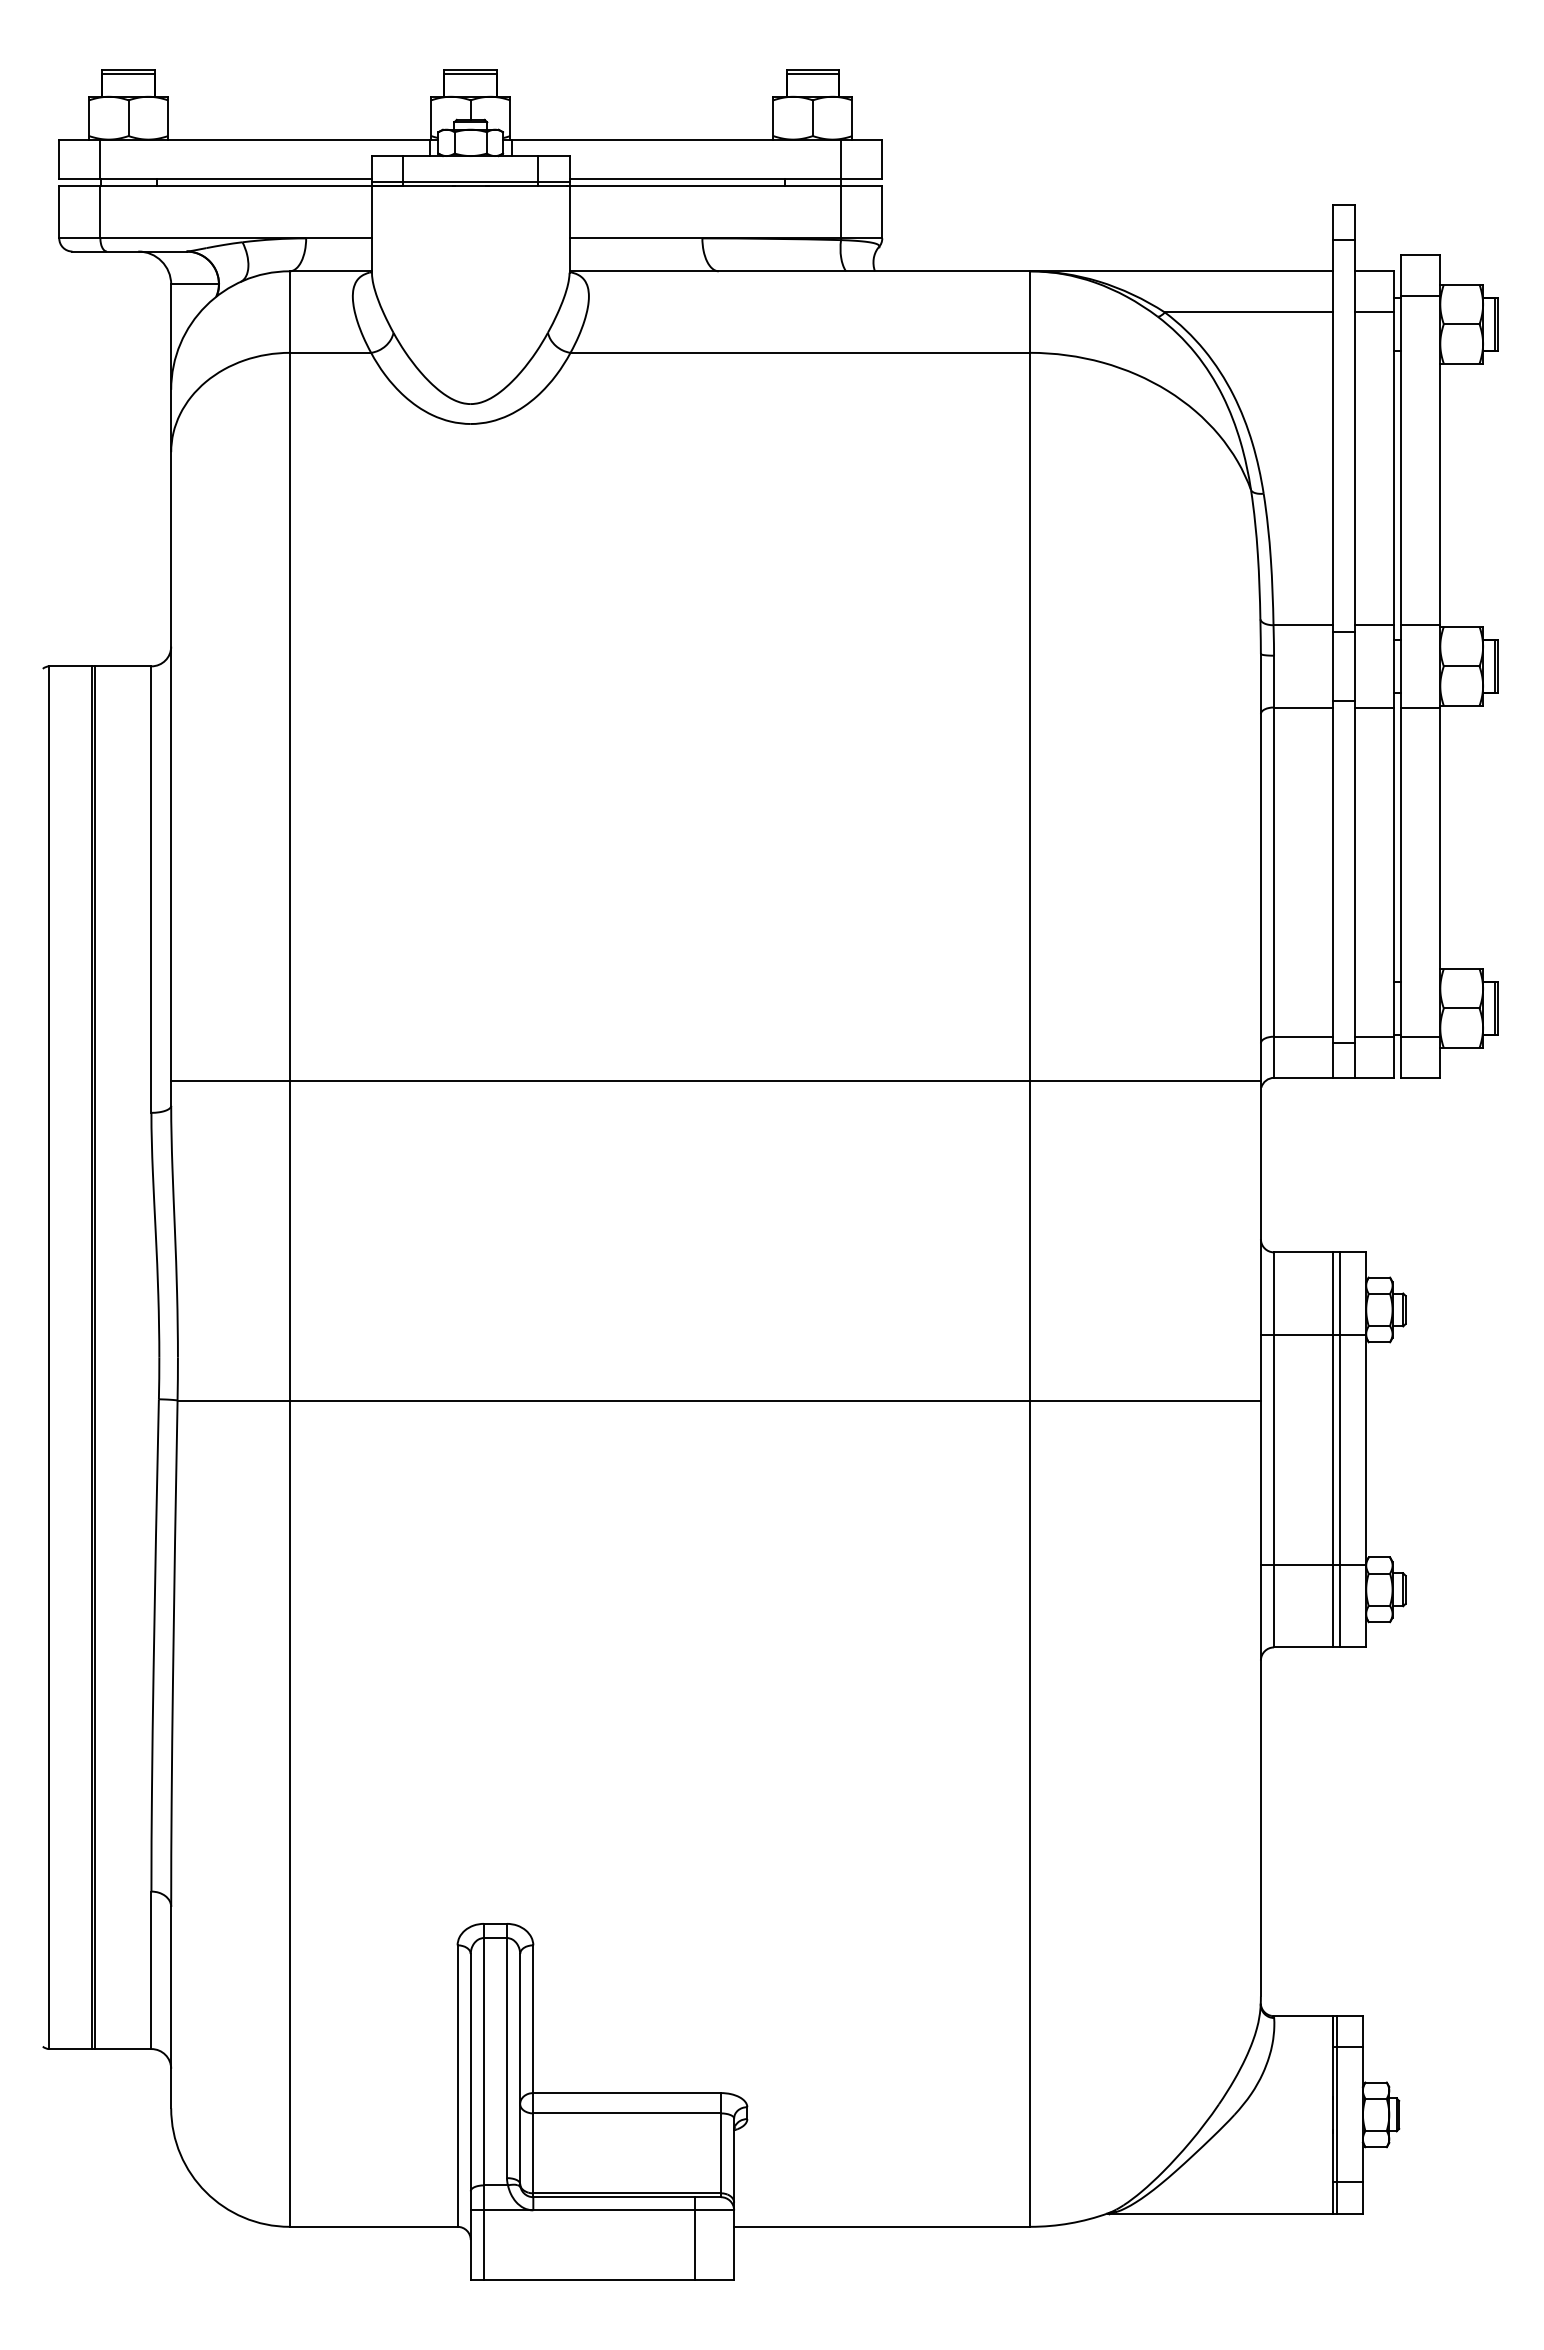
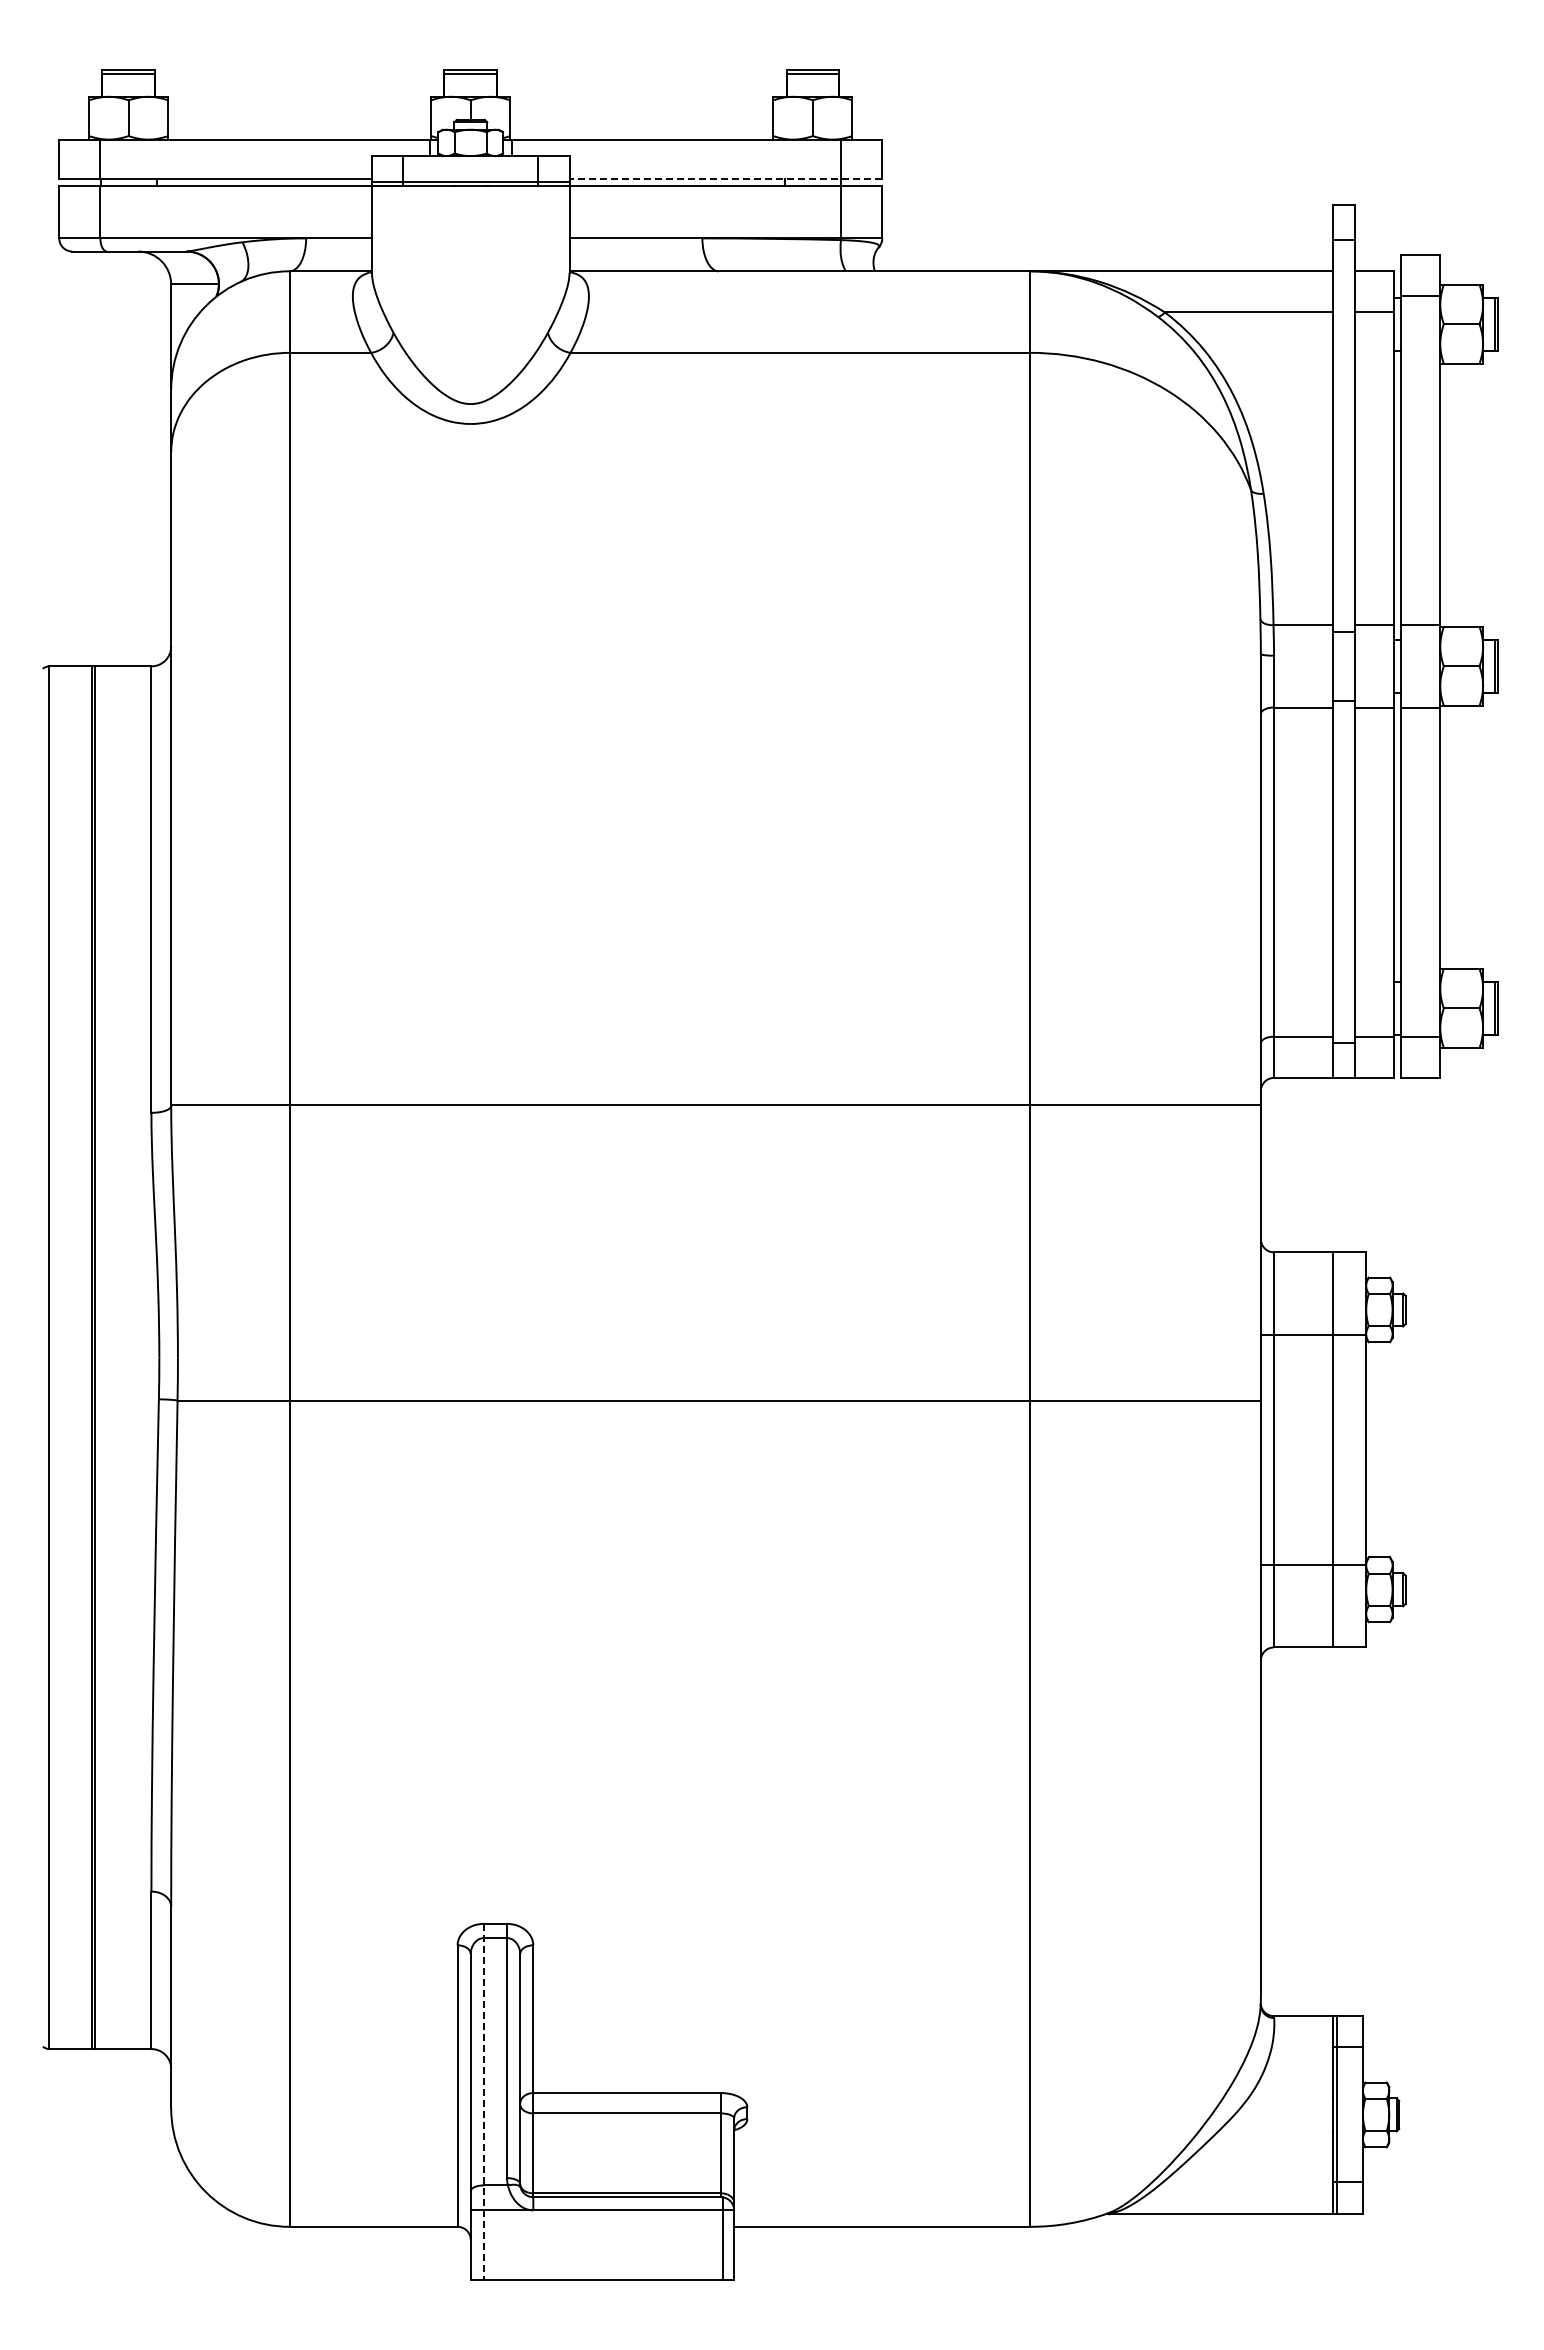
line at (725, 179): solid -> dashed
line at (715, 1081) position: (715, 1081) -> (715, 1105)
line at (1339, 1449): present -> none
line at (483, 2101): solid -> dashed
line at (694, 2238) position: (694, 2238) -> (722, 2238)
